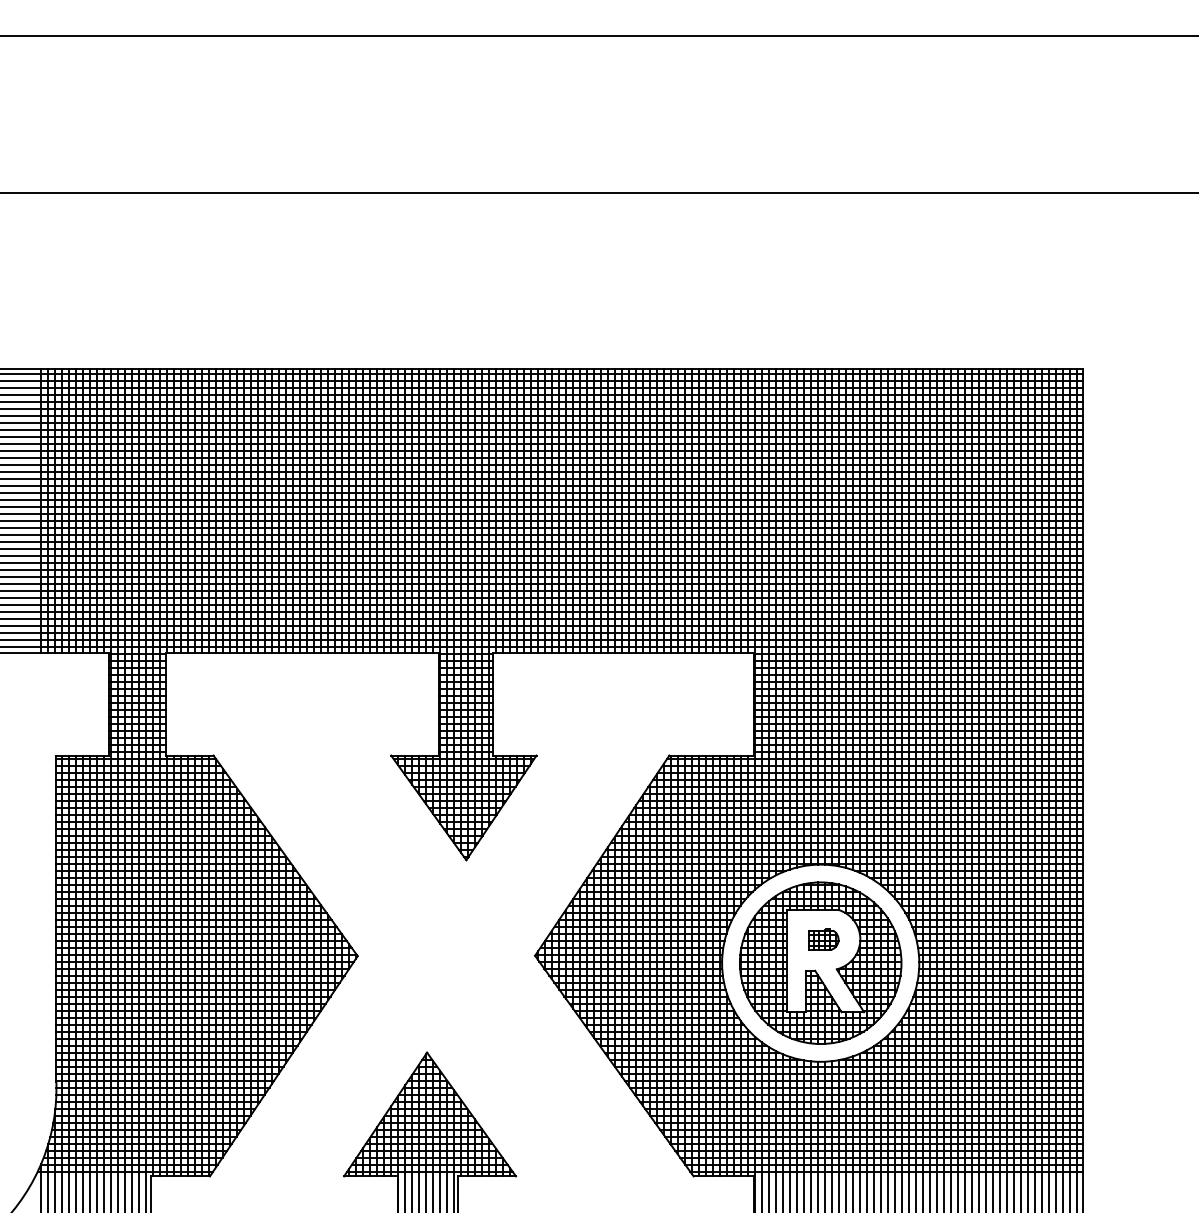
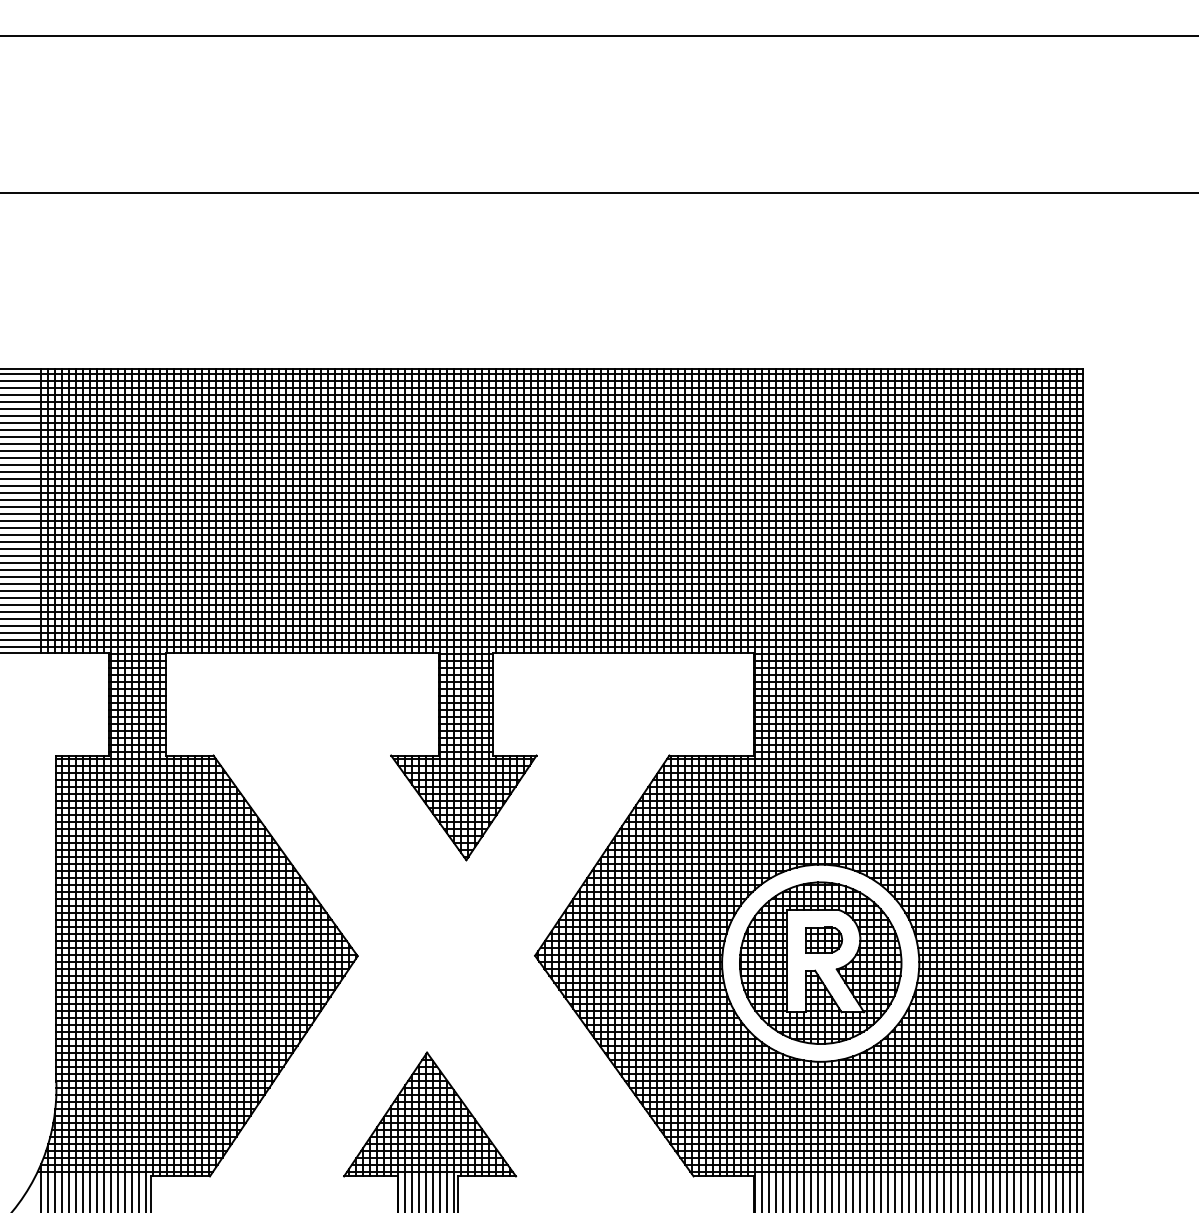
part at (823, 939) size: 32x23 px -> 39x28 px
